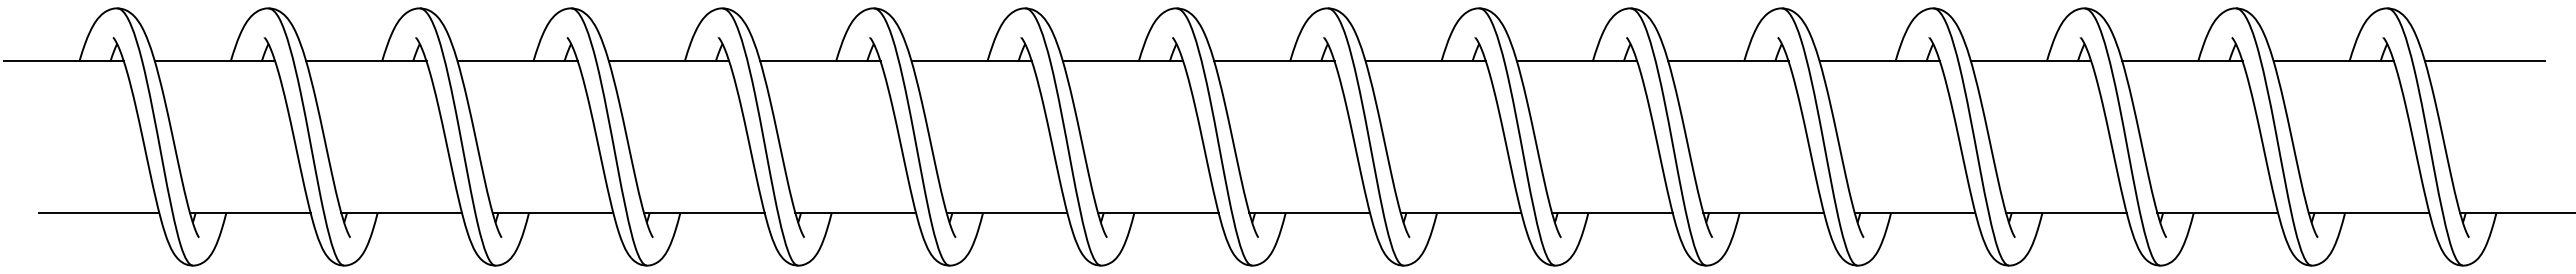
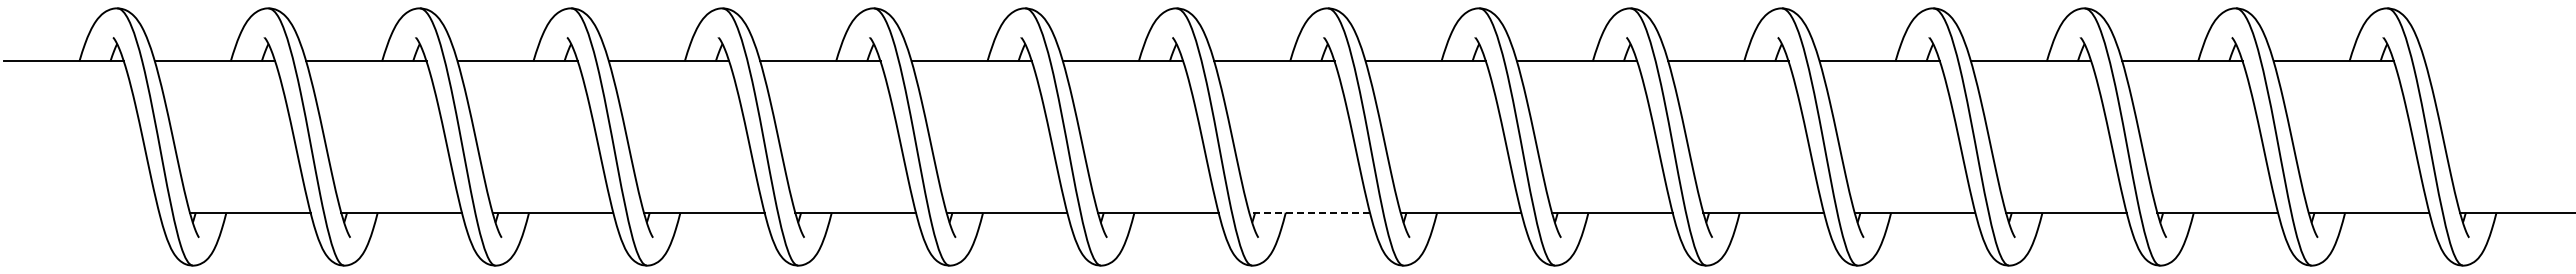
line at (2484, 61): present -> none
line at (98, 212): present -> none
line at (1309, 212): solid -> dashed
